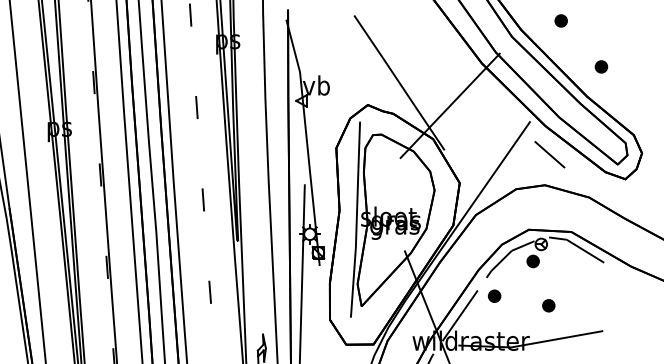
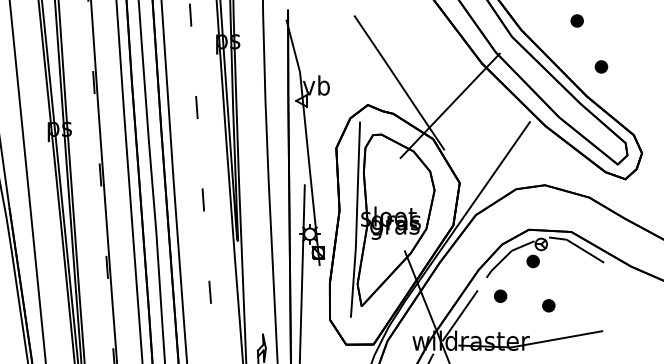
part at (560, 20) position: (560, 20) -> (576, 20)
line at (549, 154): present -> none
part at (494, 295) position: (494, 295) -> (500, 295)
